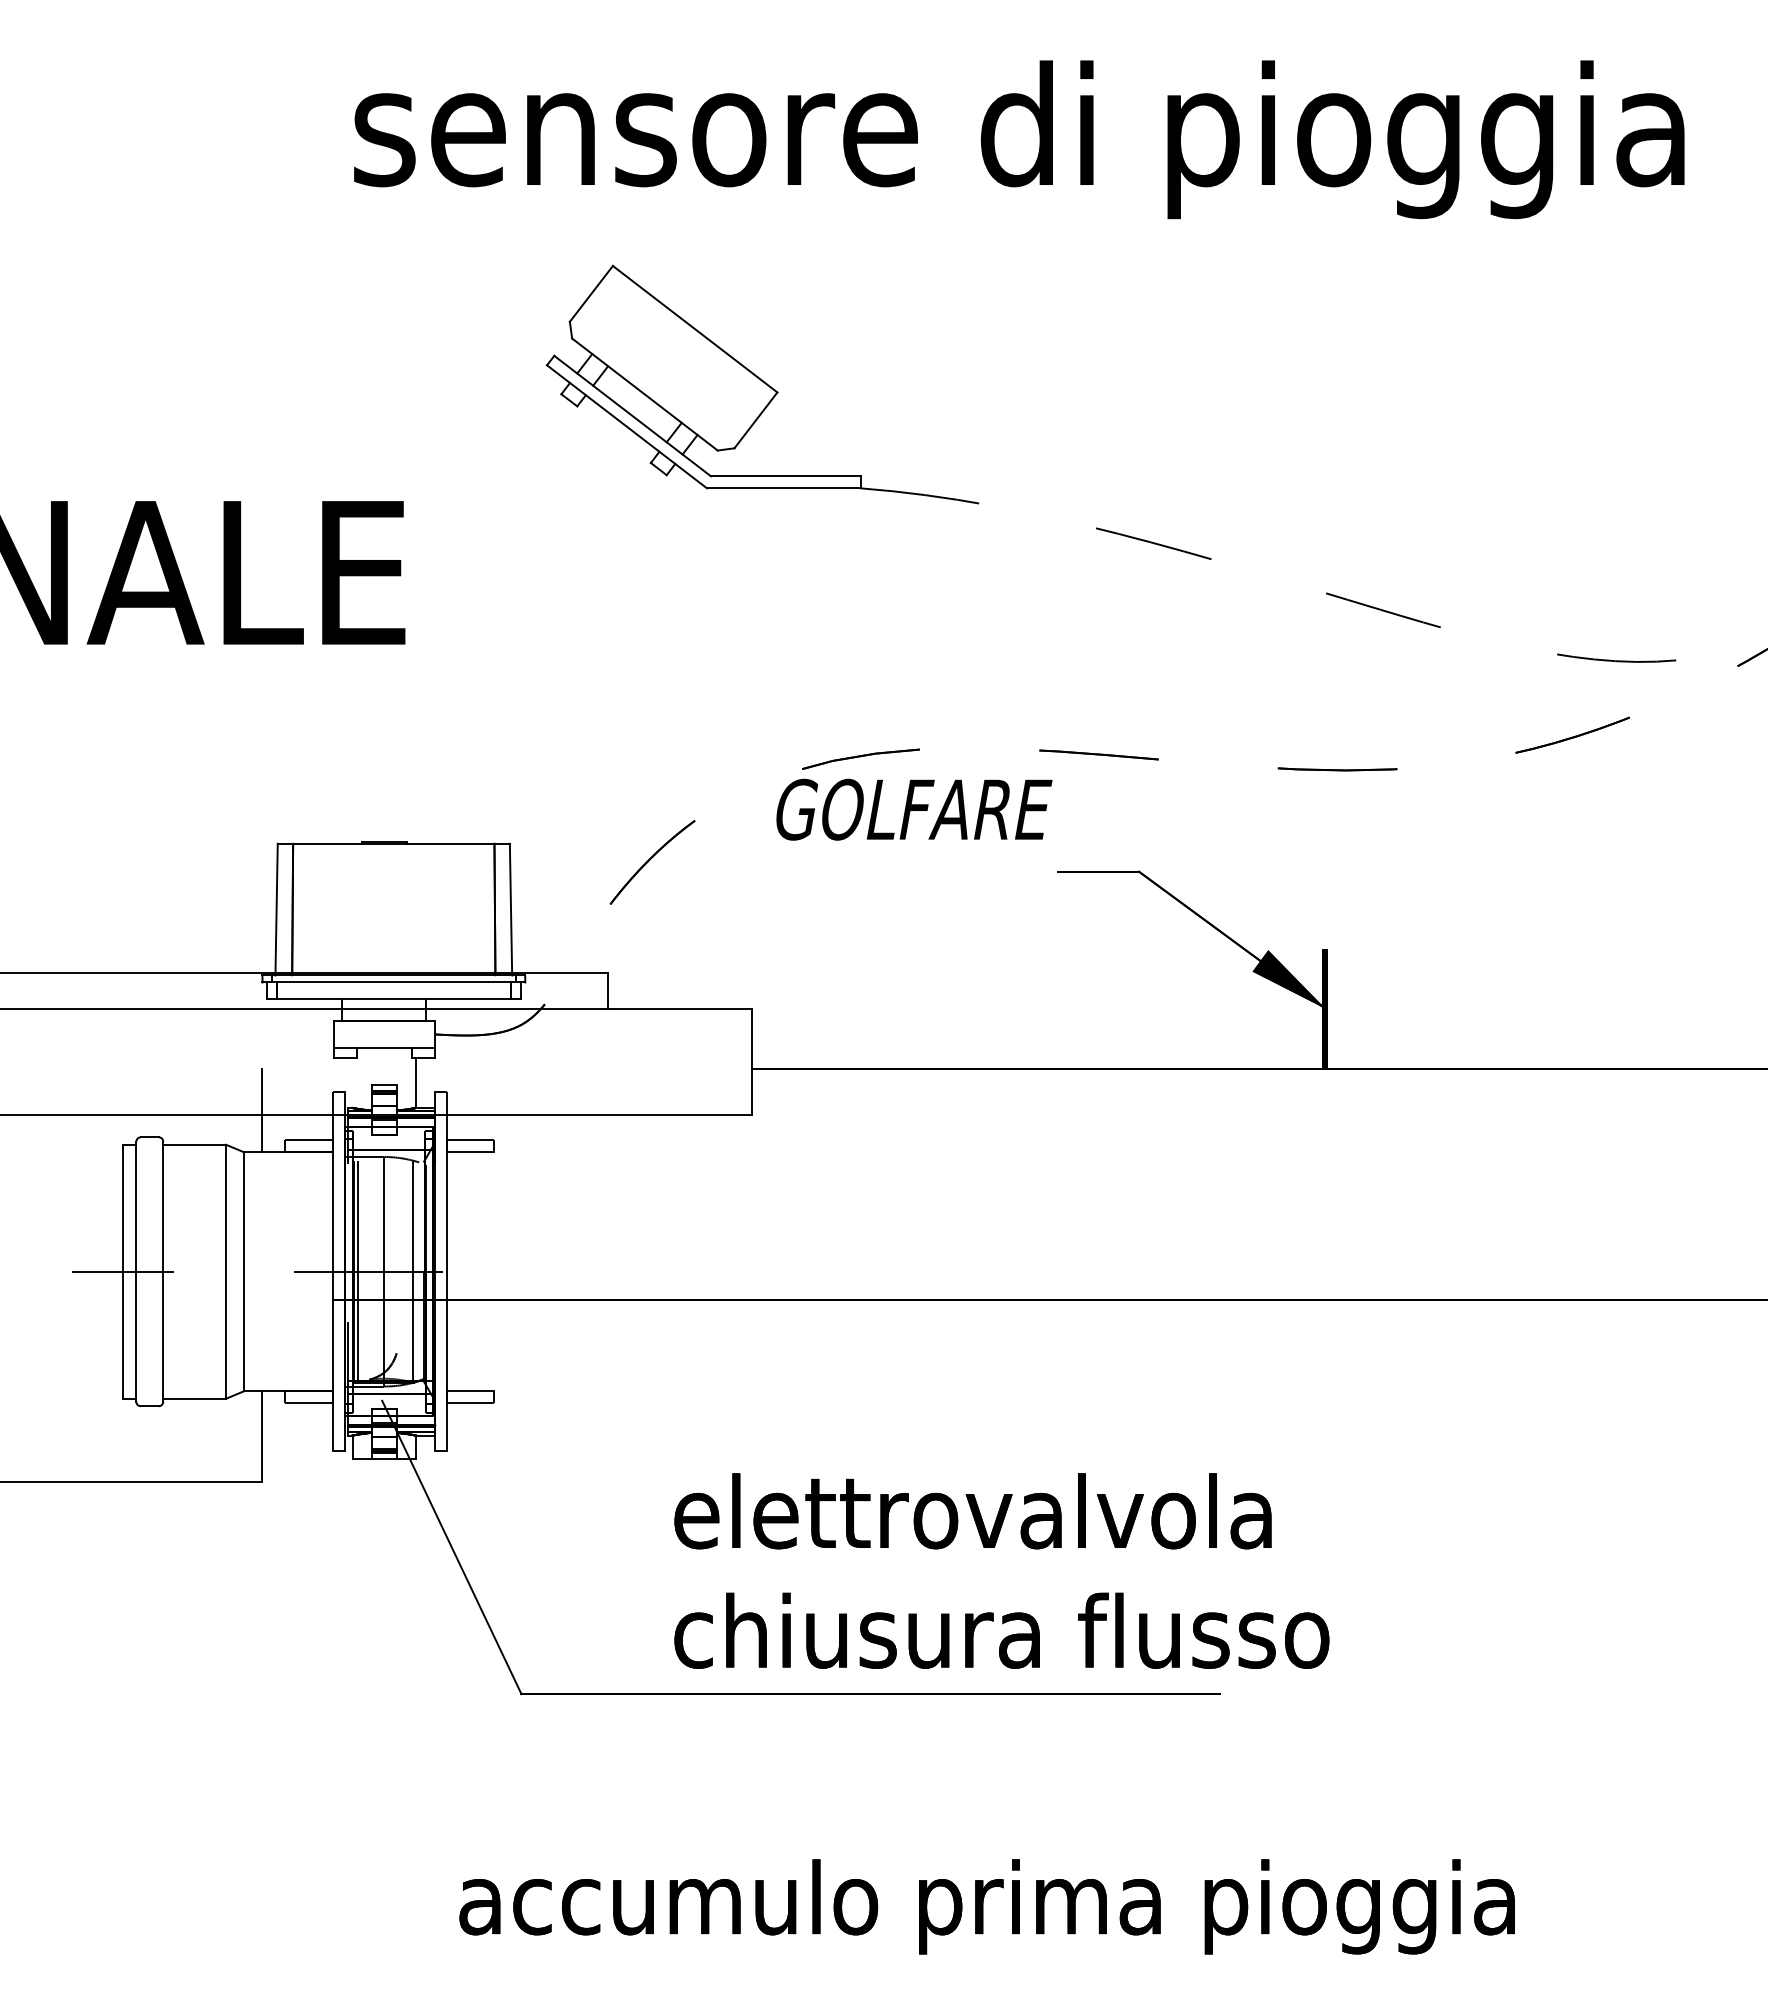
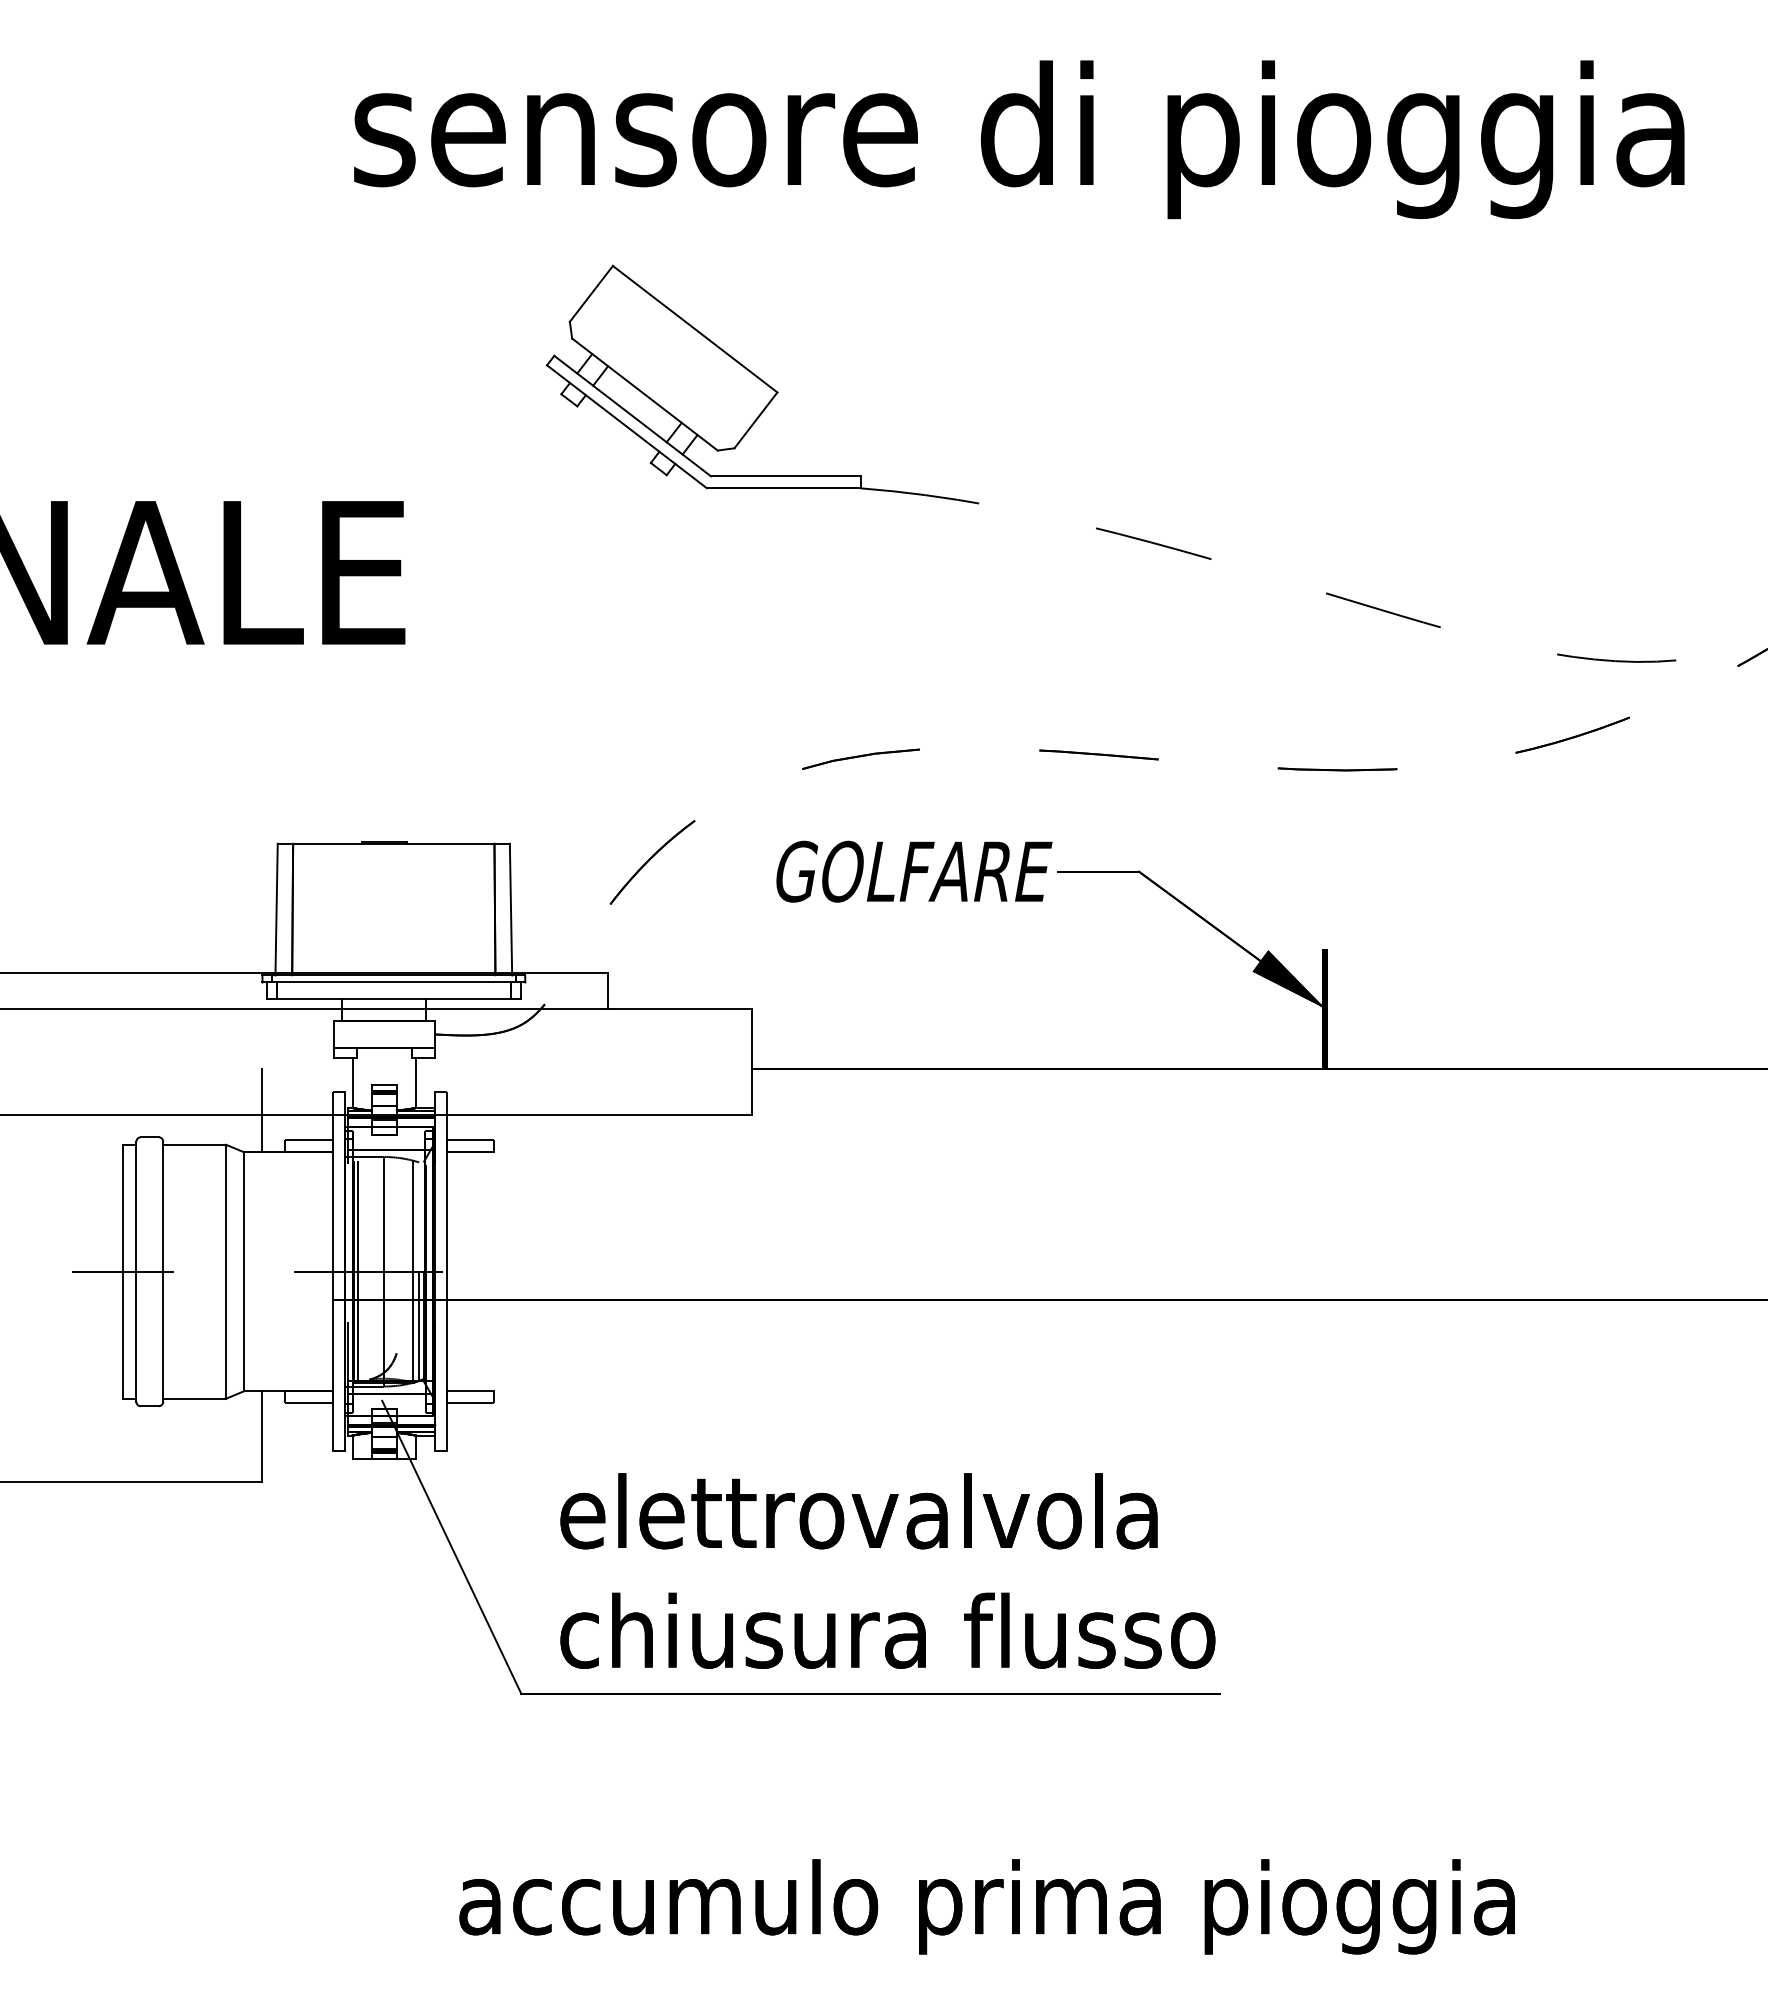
text at (914, 809) position: (914, 809) -> (914, 871)
line at (352, 1082): none -> present
line at (419, 1326): none -> present
text at (1001, 1570) position: (1001, 1570) -> (887, 1570)
